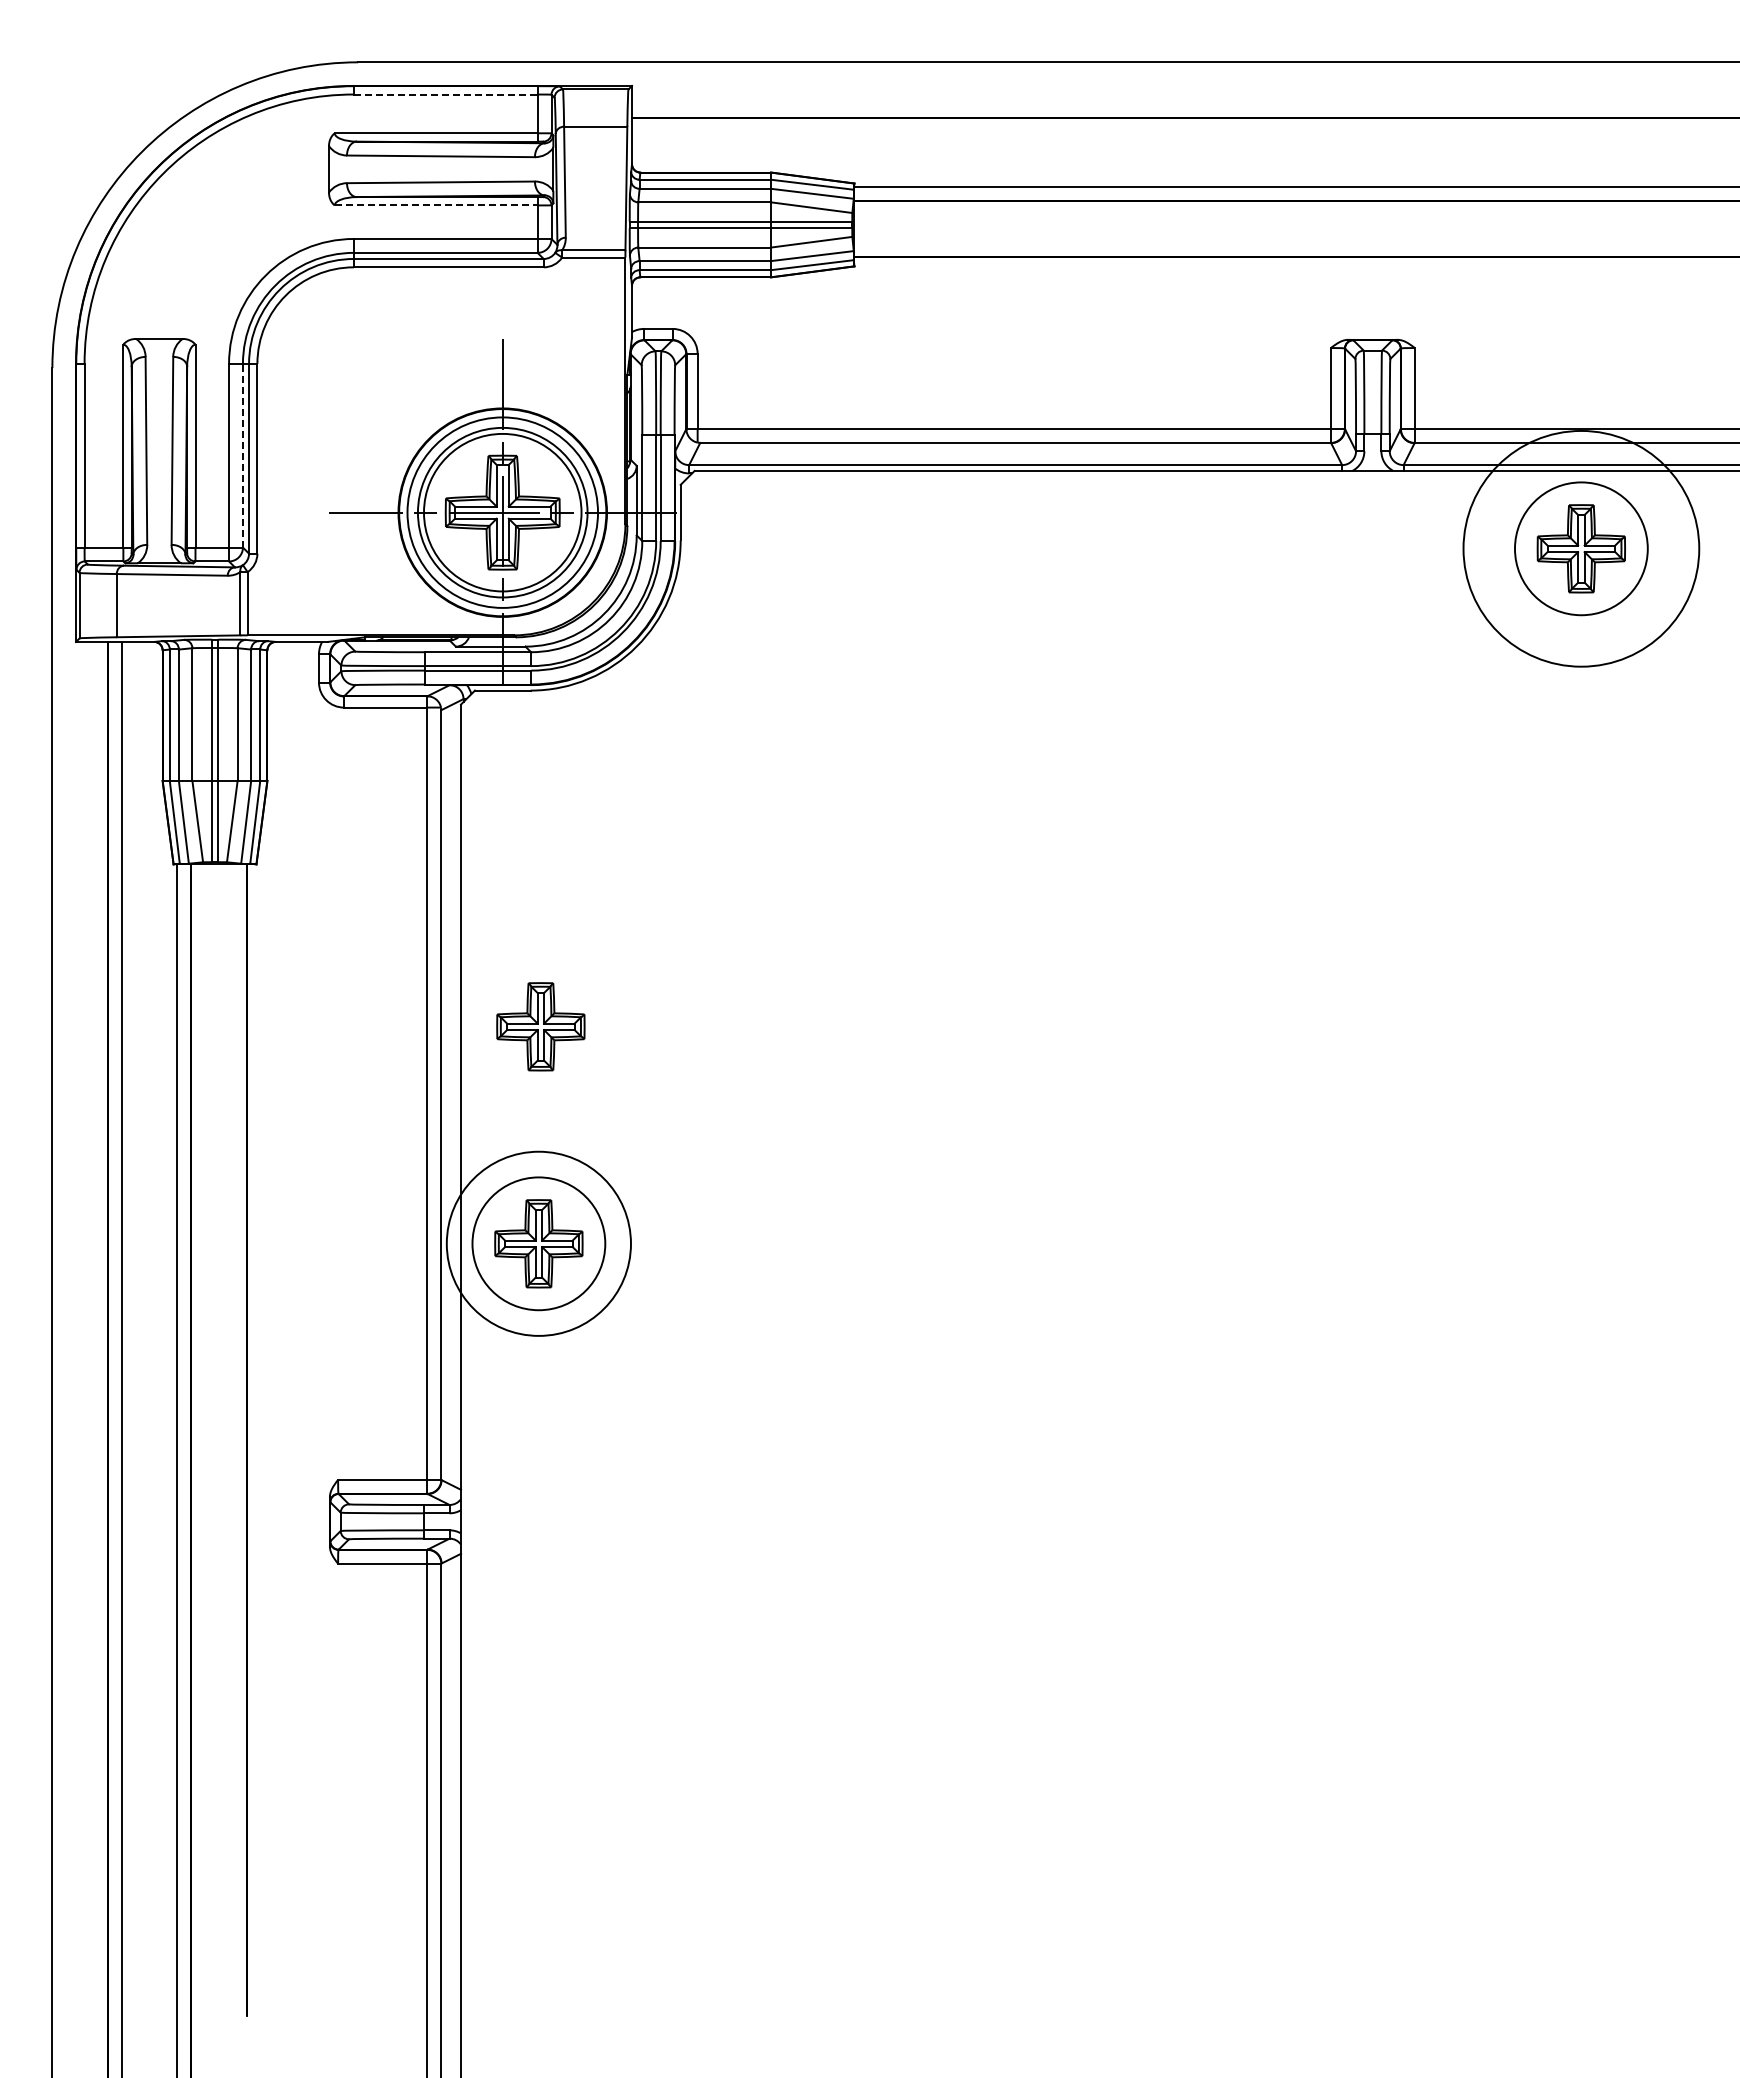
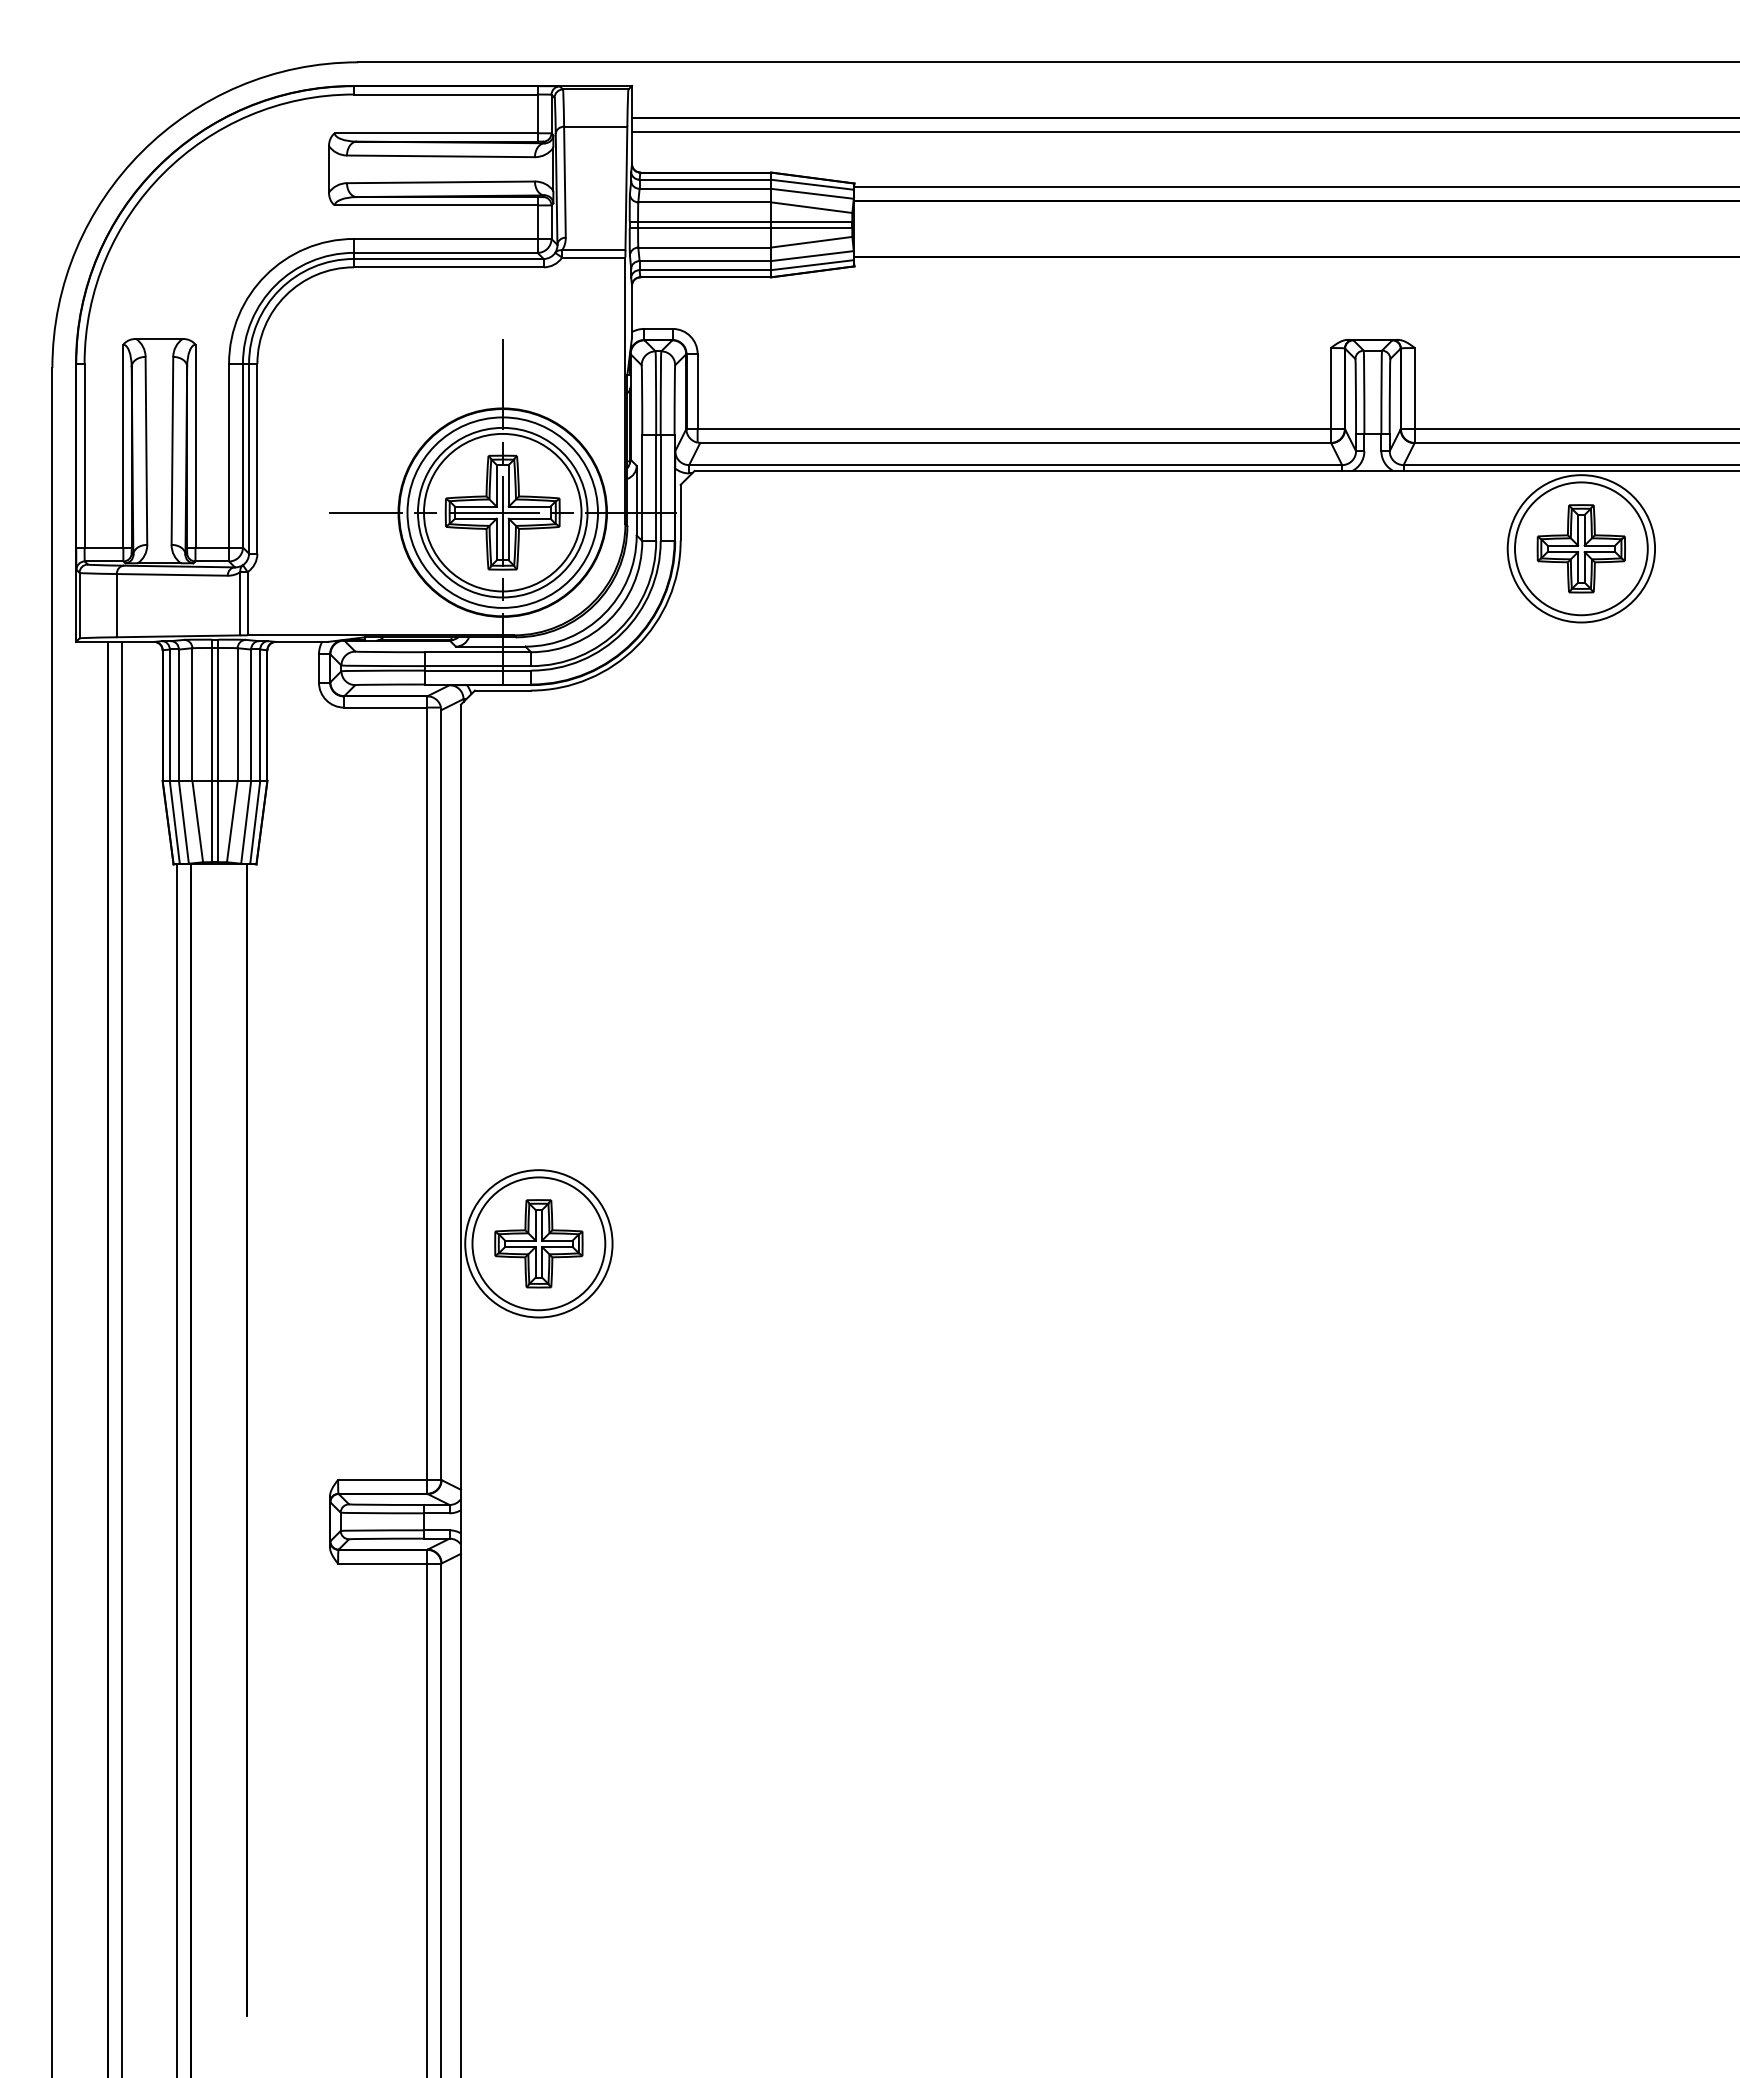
line at (445, 94): dashed -> solid
line at (1184, 132): none -> present
line at (436, 205): dashed -> solid
line at (242, 455): dashed -> solid
circle at (1581, 548) diameter: 236 px -> 147 px
part at (540, 1026): present -> none
circle at (538, 1243) diameter: 184 px -> 147 px
